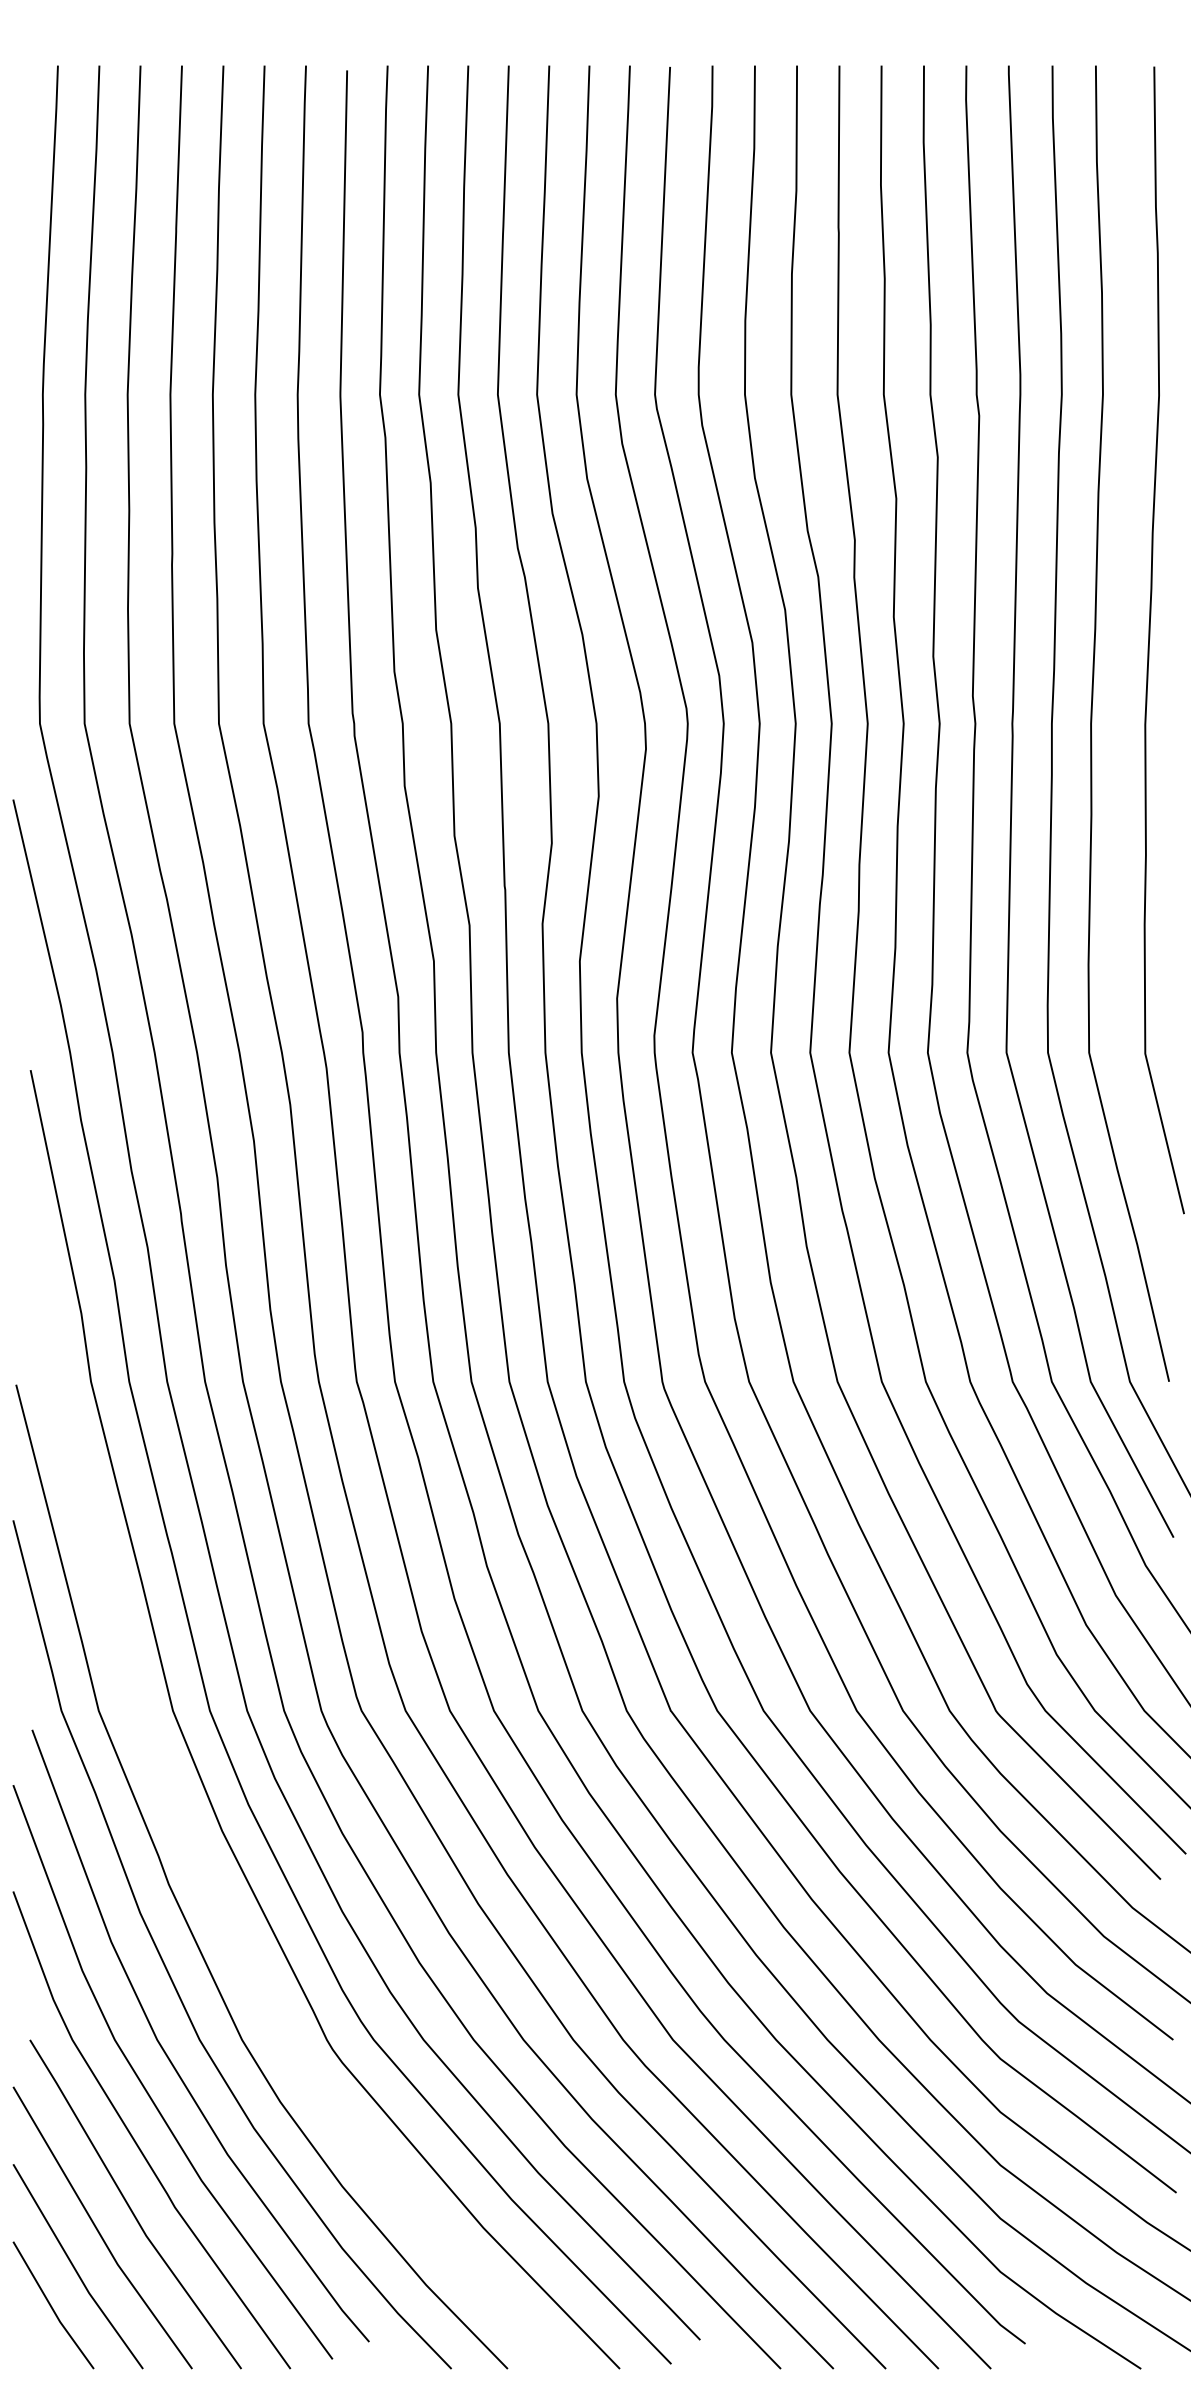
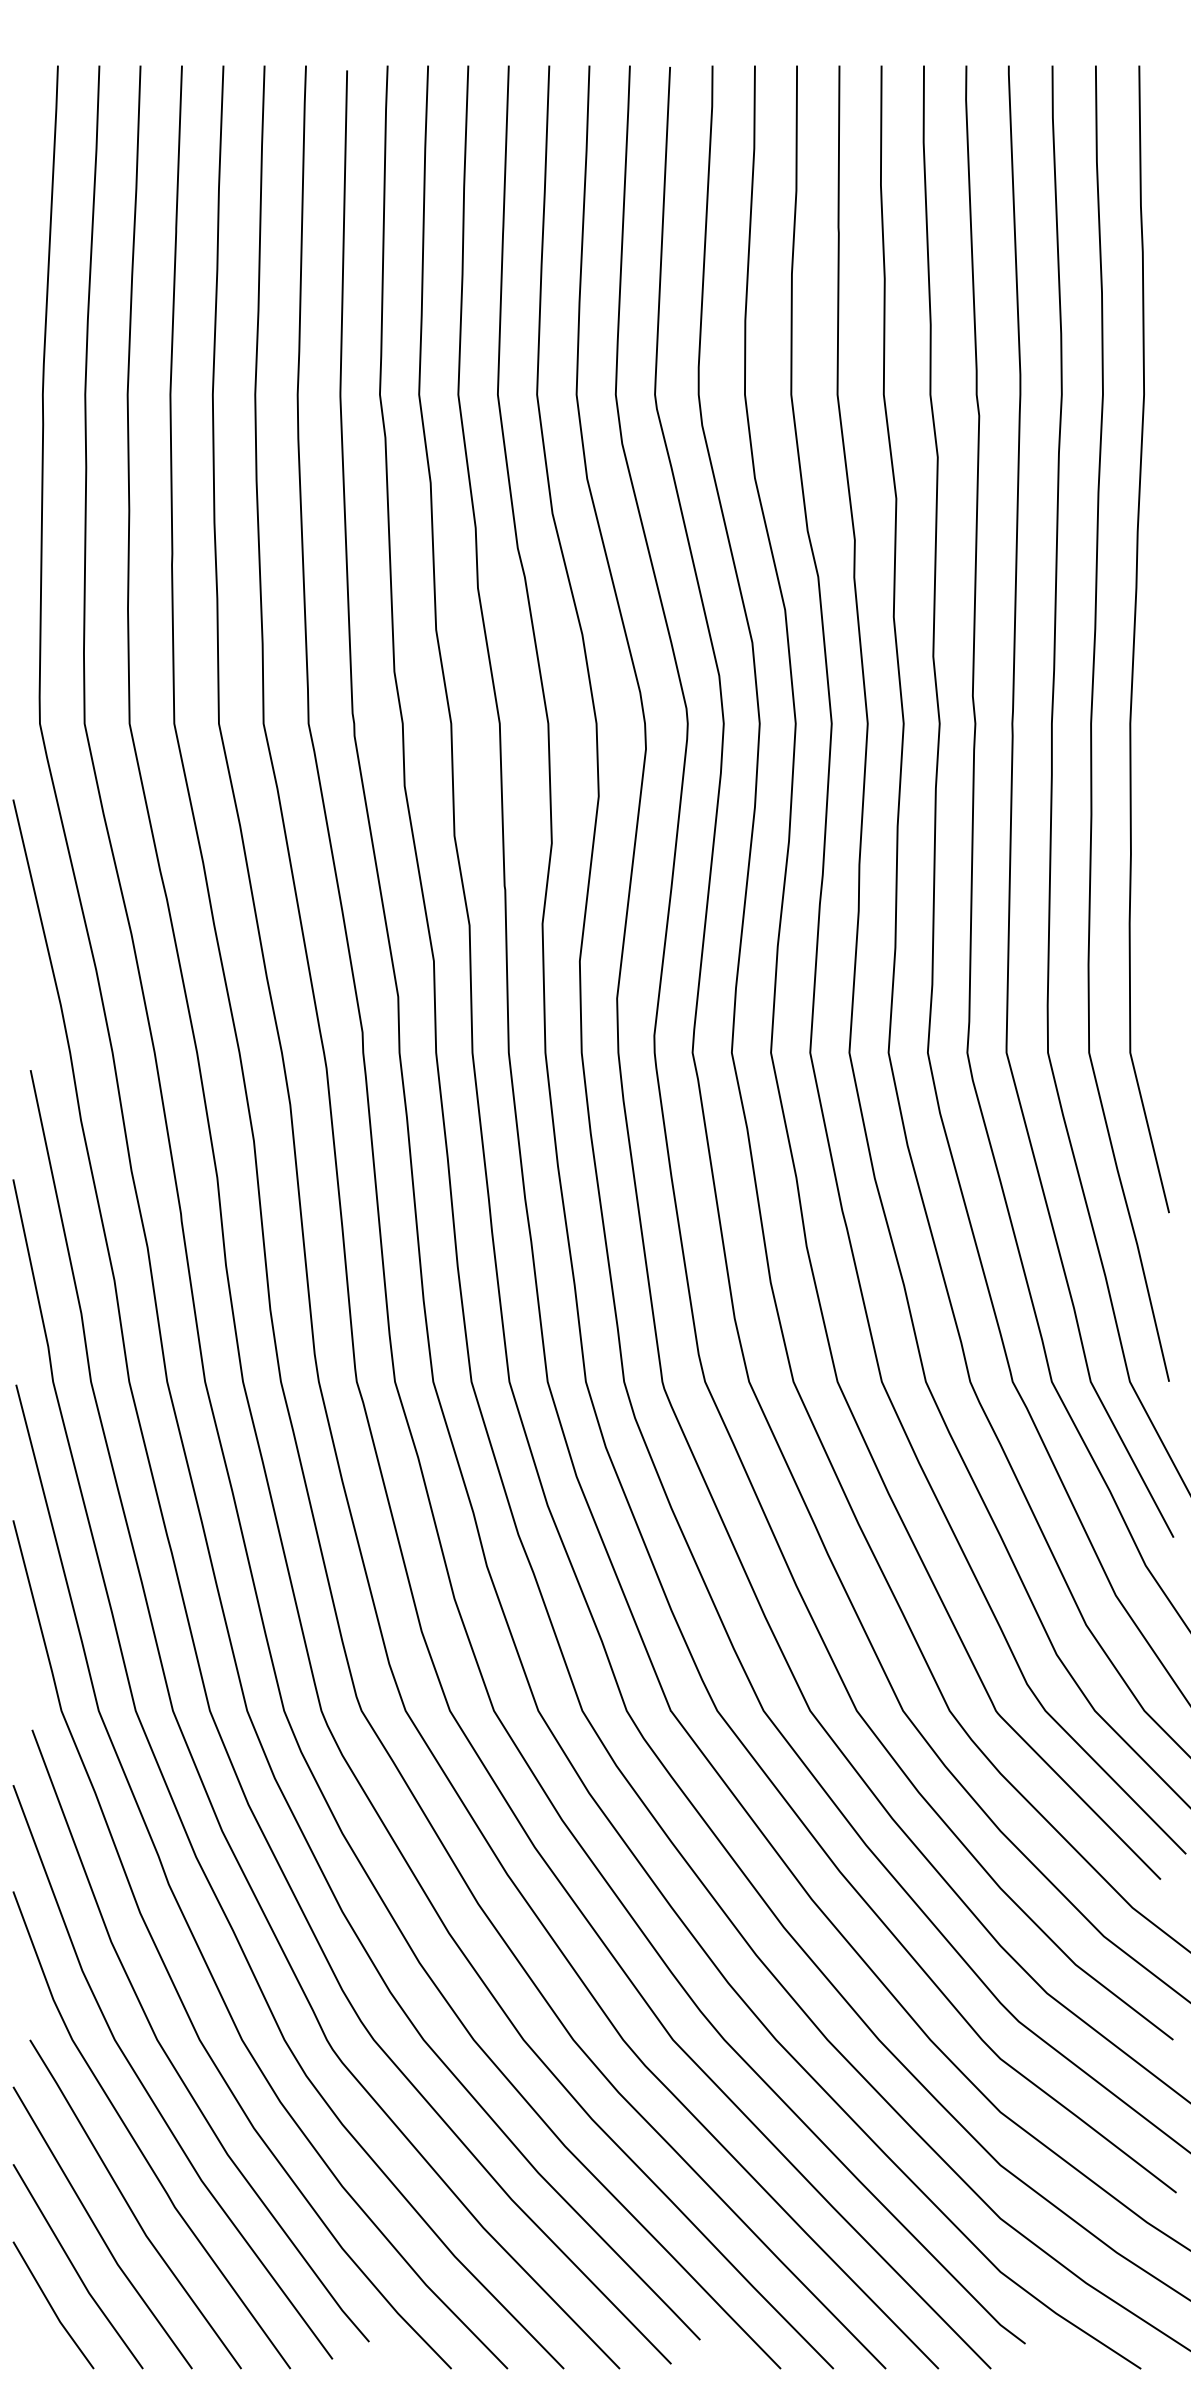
curve at (1150, 638) position: (1150, 638) -> (1135, 637)
curve at (181, 1818): none -> present
